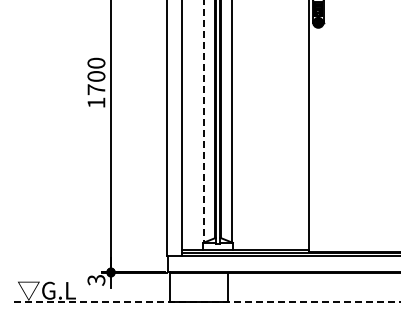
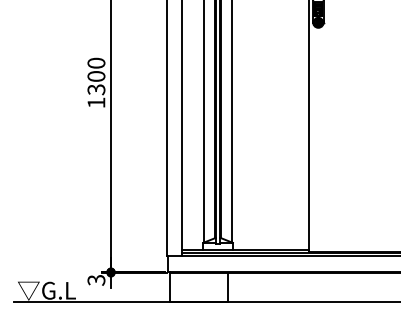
text at (96, 89): 1700 -> 1300
line at (204, 121): dashed -> solid
line at (208, 302): dashed -> solid
